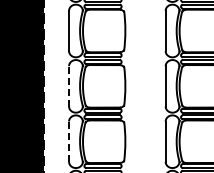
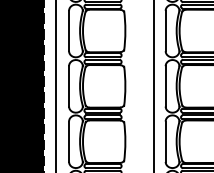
line at (55, 85): none -> present
line at (69, 85): dashed -> solid
line at (153, 85): none -> present
line at (69, 141): dashed -> solid
